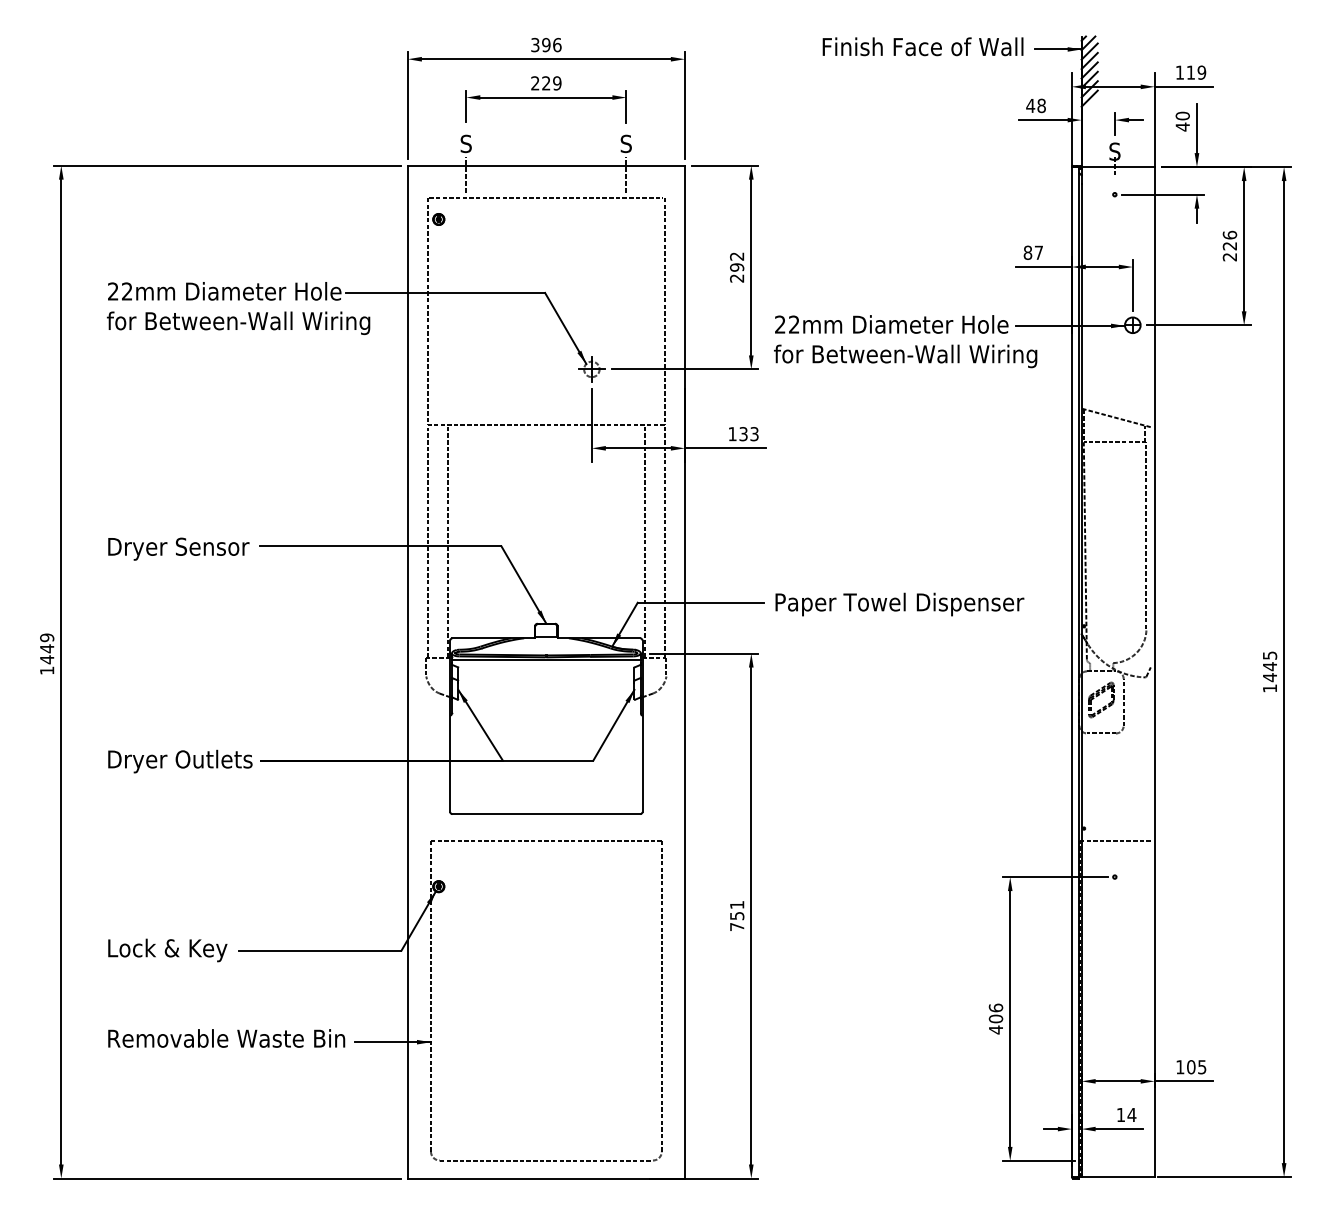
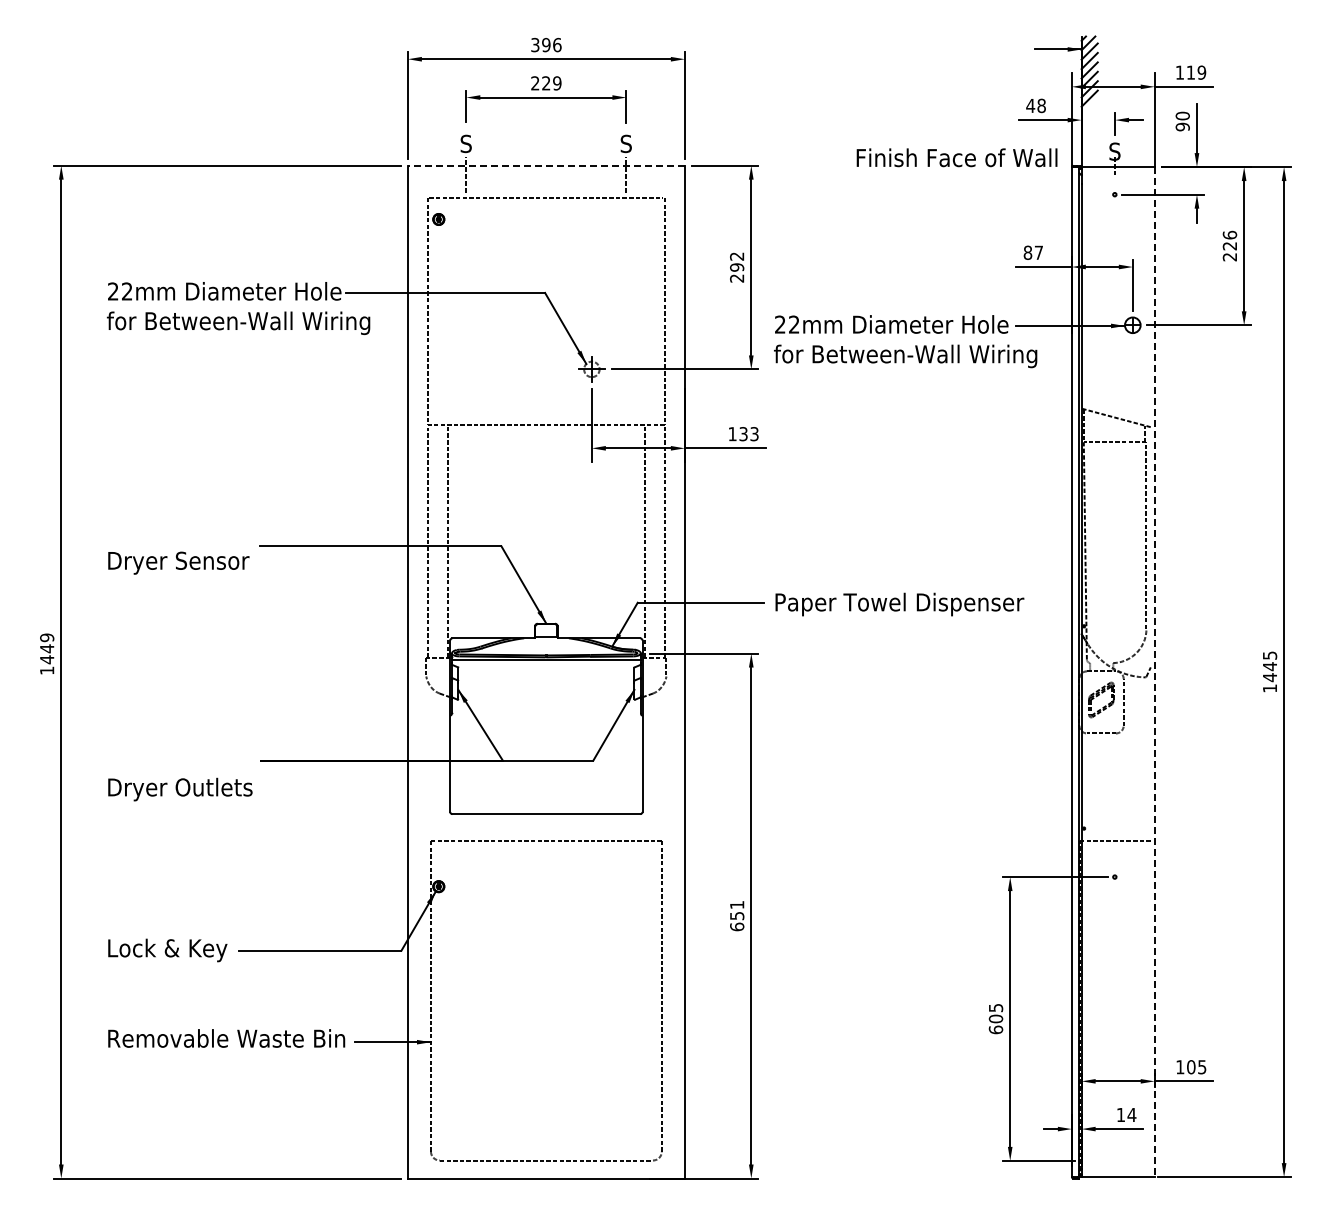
text at (922, 46) position: (922, 46) -> (956, 157)
text at (1182, 126): 40 -> 90
line at (545, 165): solid -> dashed
text at (178, 548) position: (178, 548) -> (178, 562)
line at (1154, 672): solid -> dashed
text at (180, 761) position: (180, 761) -> (180, 789)
text at (737, 926): 751 -> 651
text at (995, 1018): 406 -> 605
